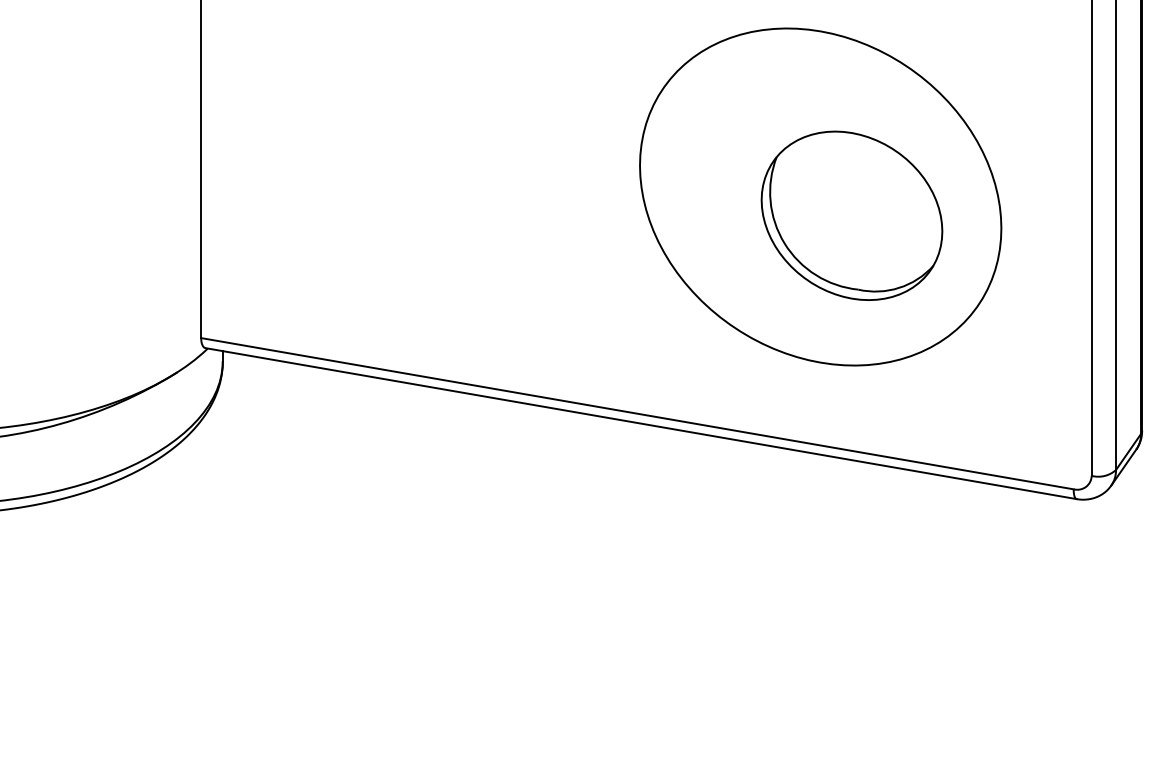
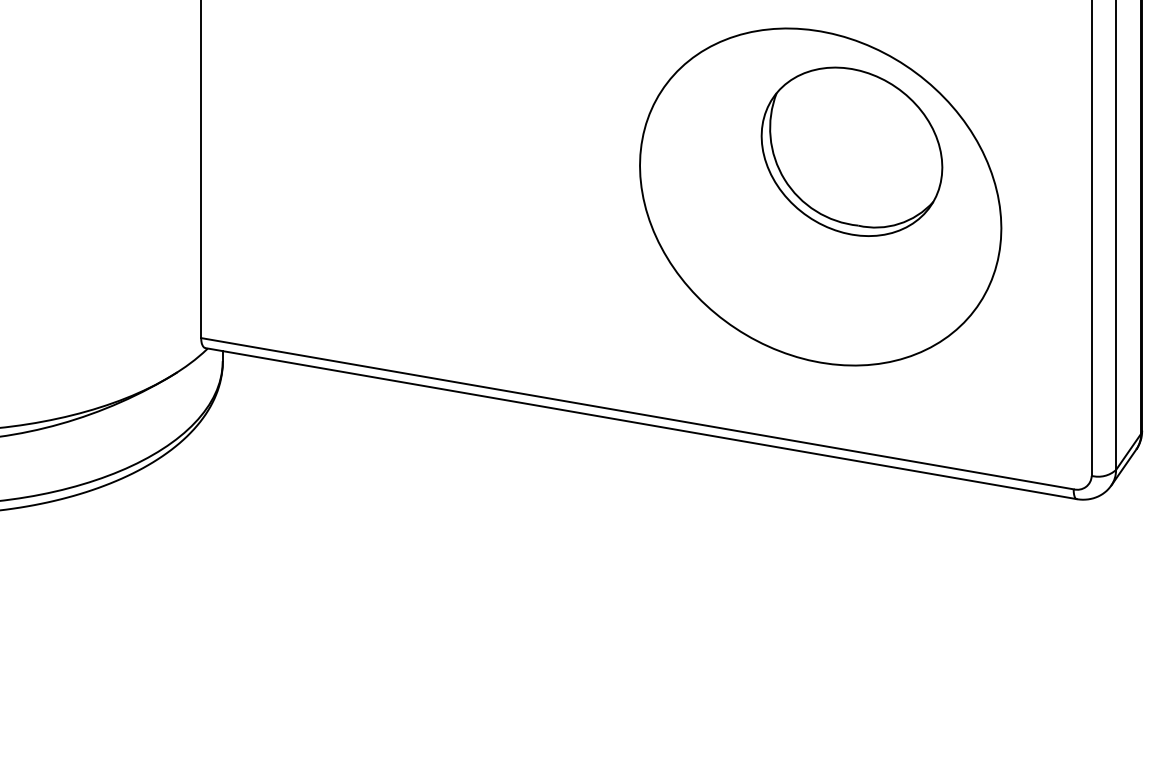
part at (851, 215) position: (851, 215) -> (851, 151)
